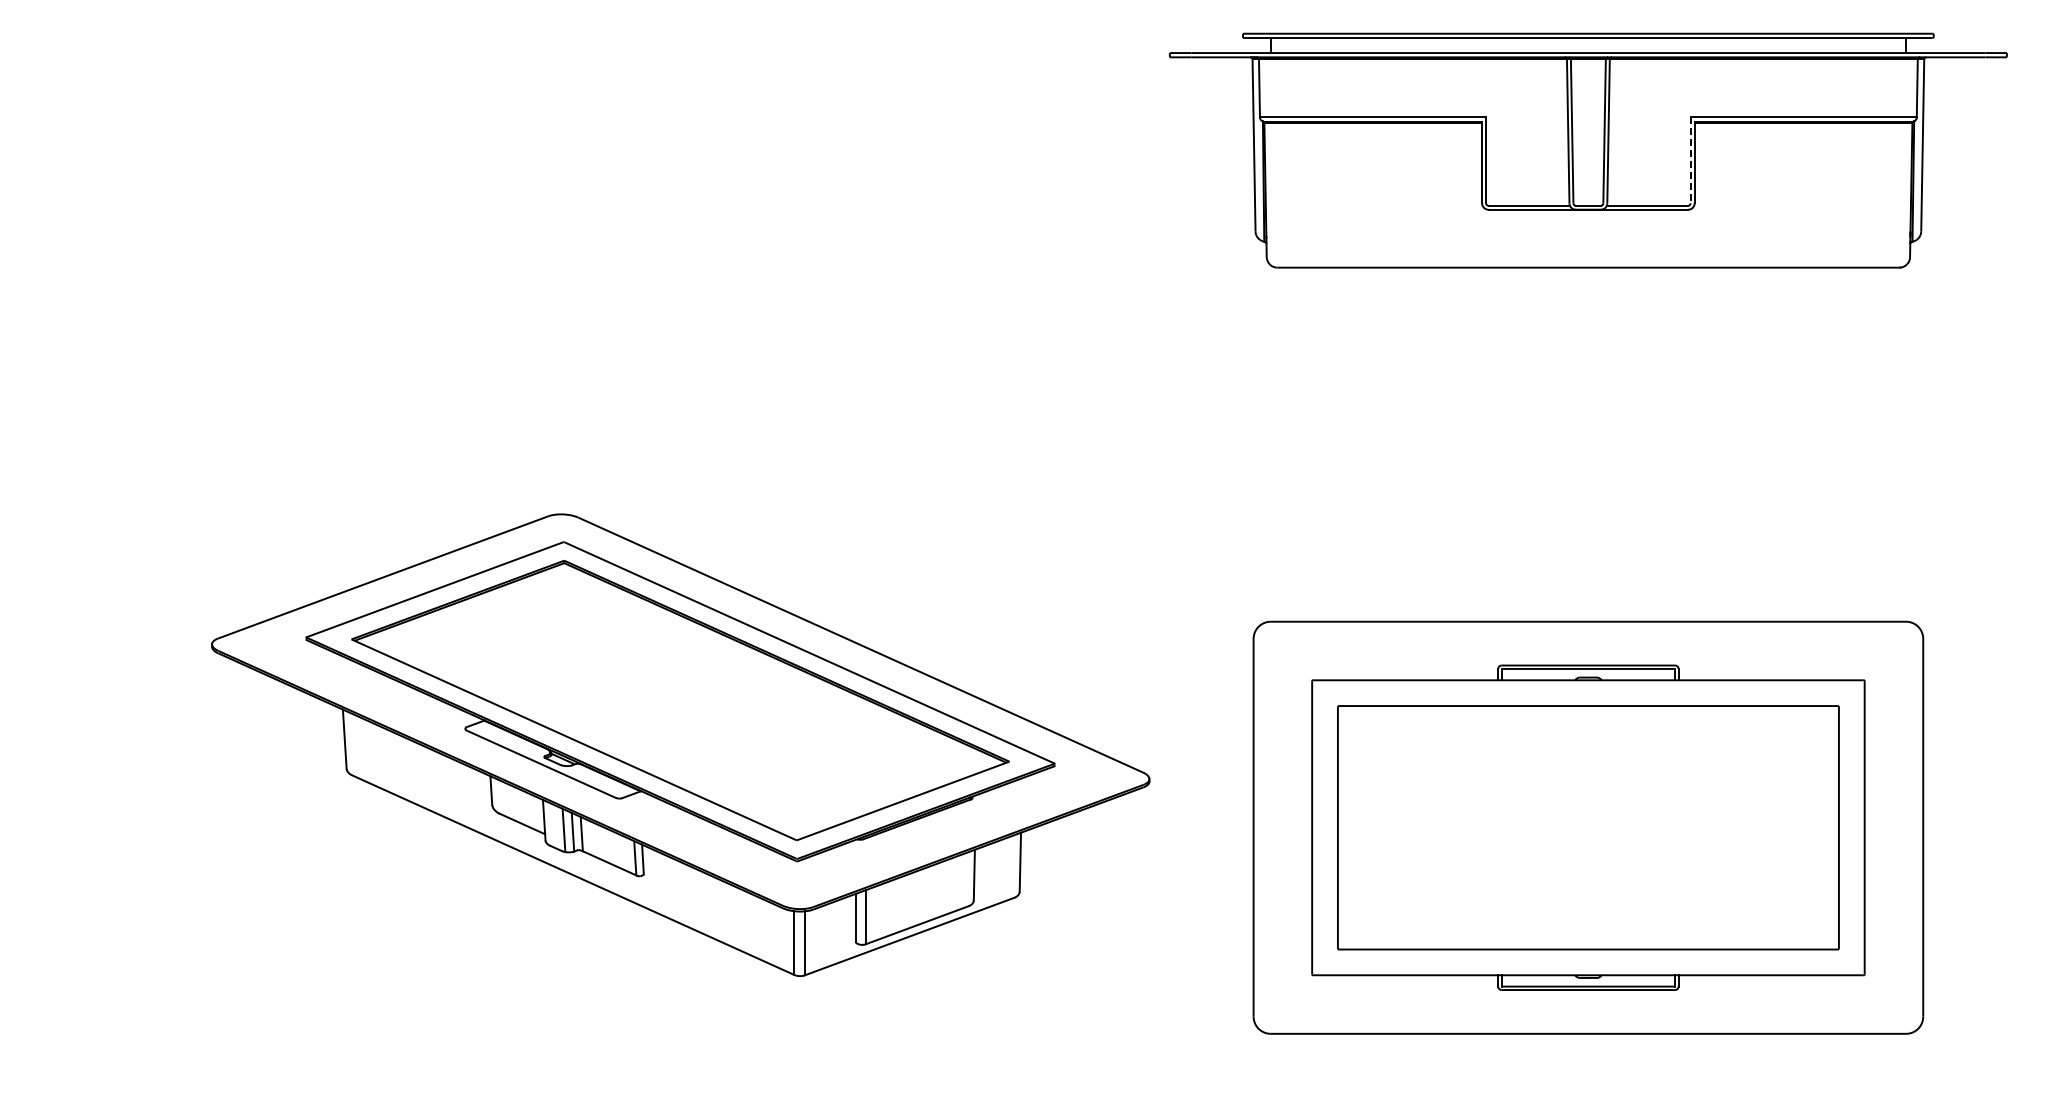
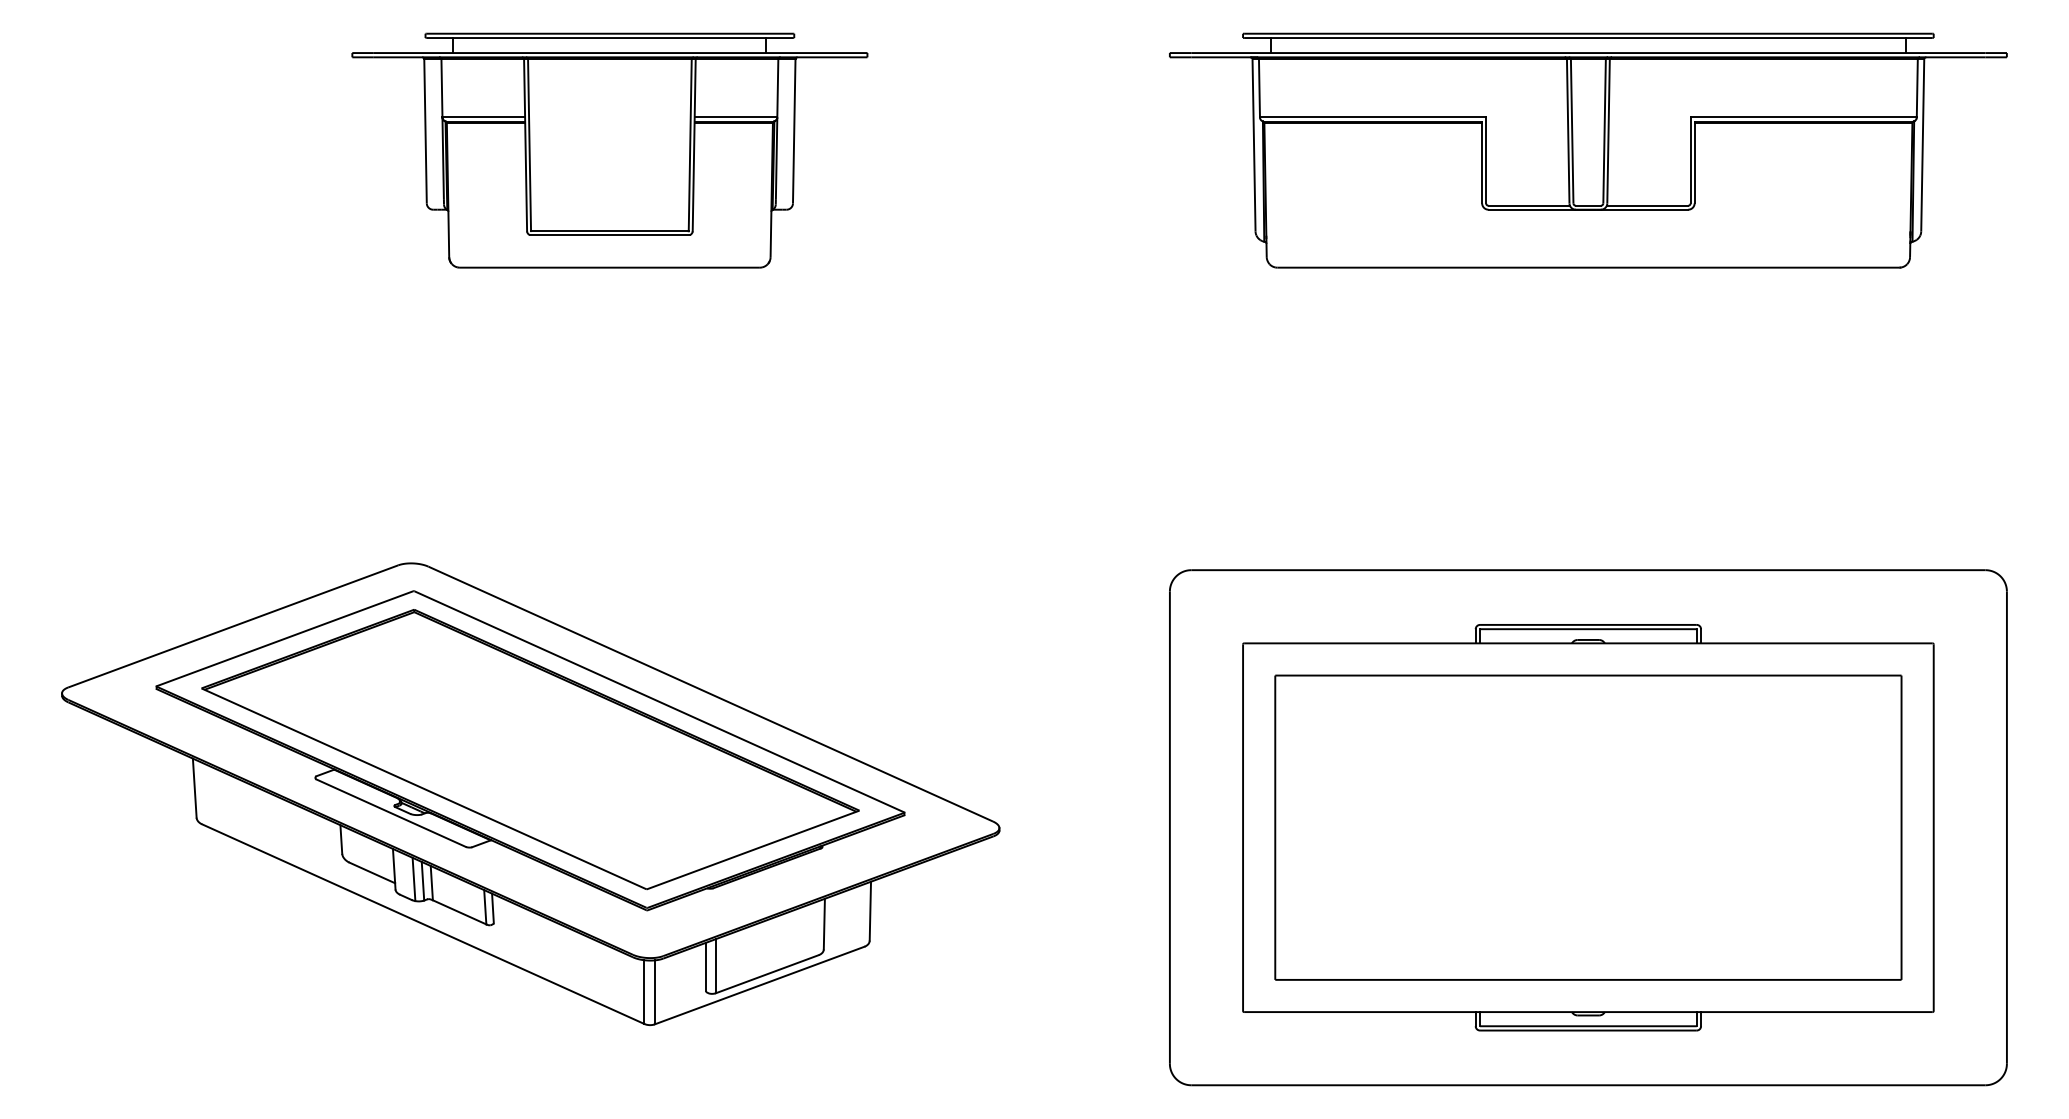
part at (609, 150): none -> present
line at (1690, 160): dashed -> solid
part at (680, 744) position: (680, 744) -> (530, 793)
part at (1588, 827) size: 673x415 px -> 839x518 px
